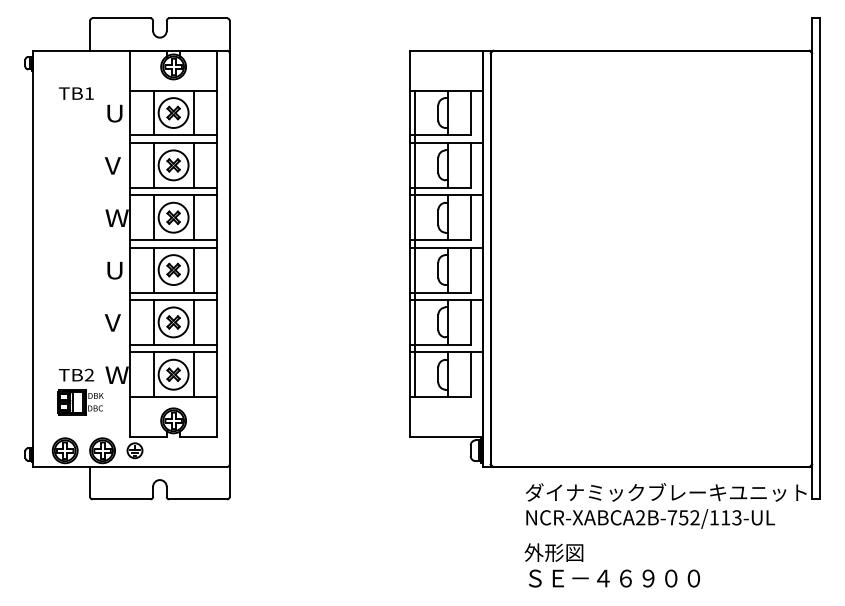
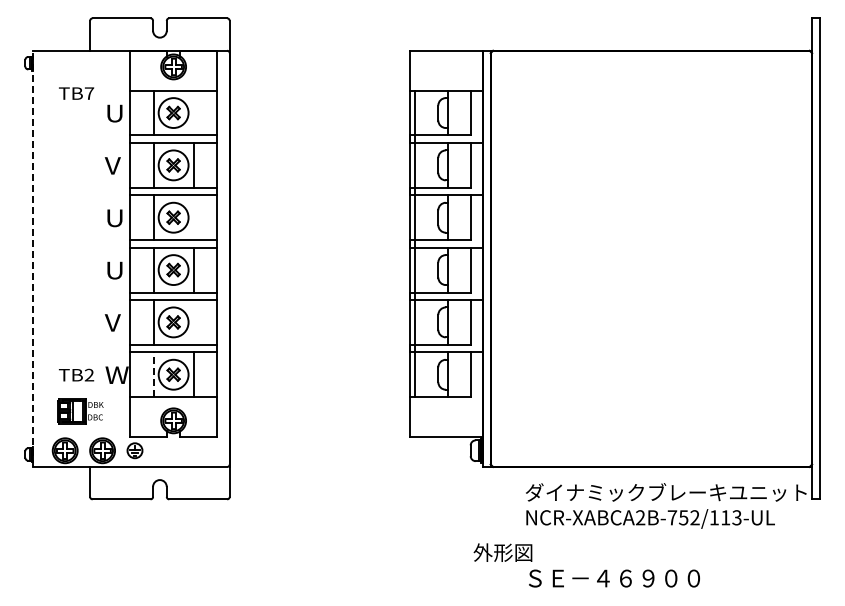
text at (89, 93): TB1 -> TB7
line at (193, 112): present -> none
line at (193, 217): present -> none
text at (116, 218): W -> U
line at (32, 258): solid -> dashed
line at (193, 321): present -> none
line at (153, 374): solid -> dashed
part at (80, 402) position: (80, 402) -> (80, 411)
text at (553, 552) position: (553, 552) -> (502, 552)
